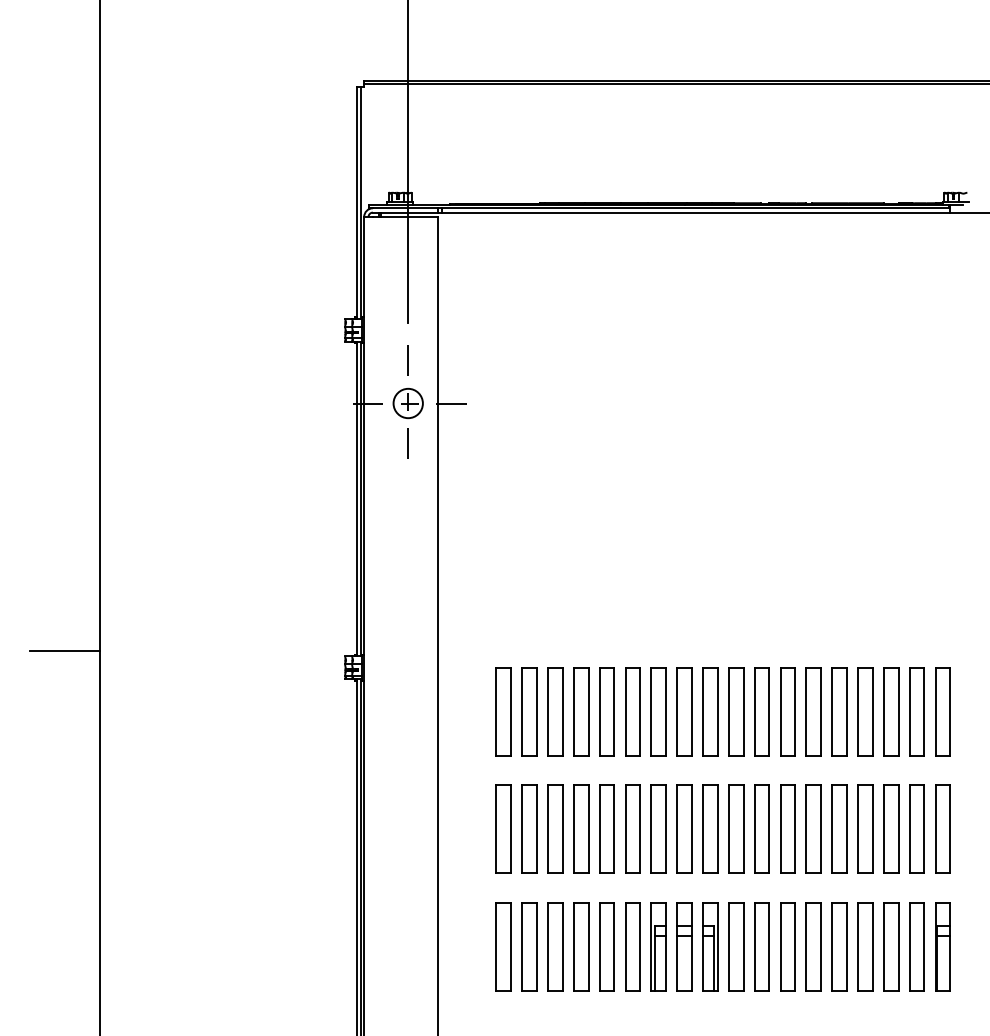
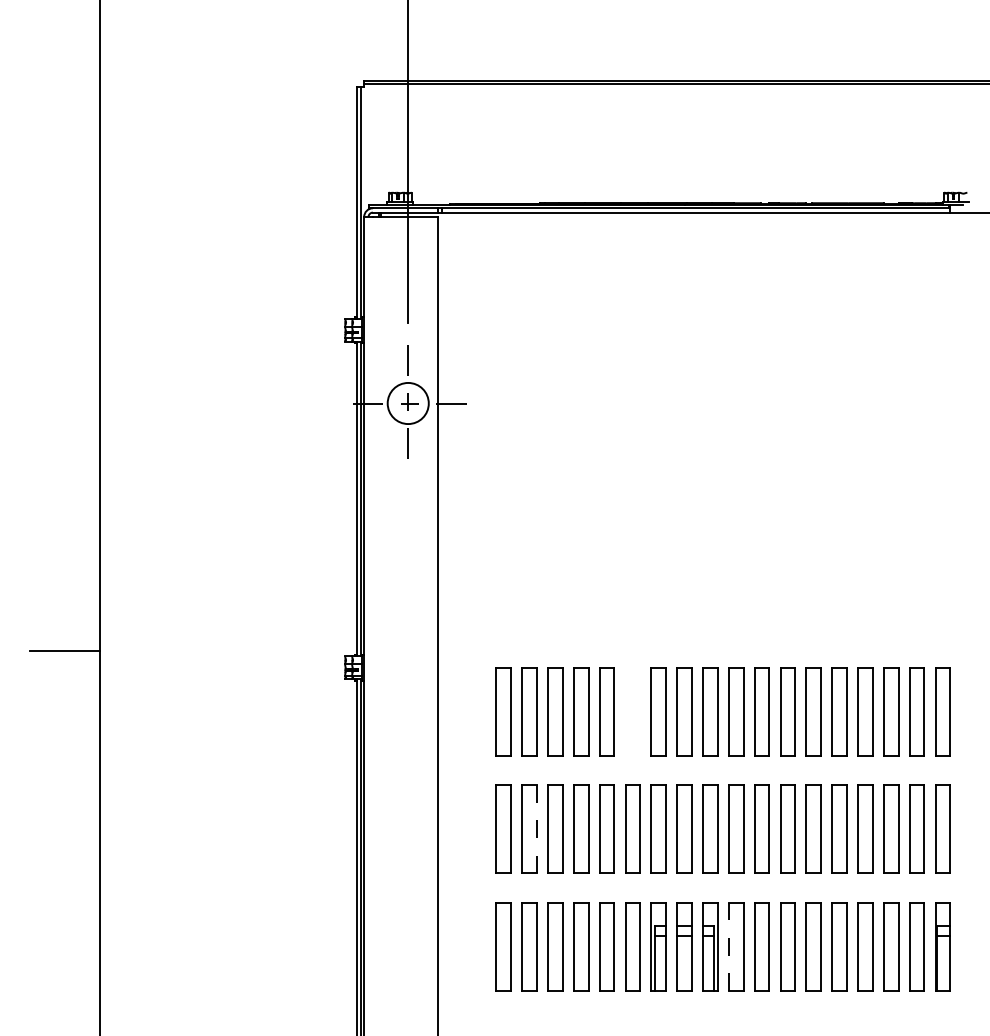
circle at (407, 403) diameter: 29 px -> 41 px
part at (632, 711): present -> none
line at (536, 829): solid -> dashed
line at (728, 946): solid -> dashed
